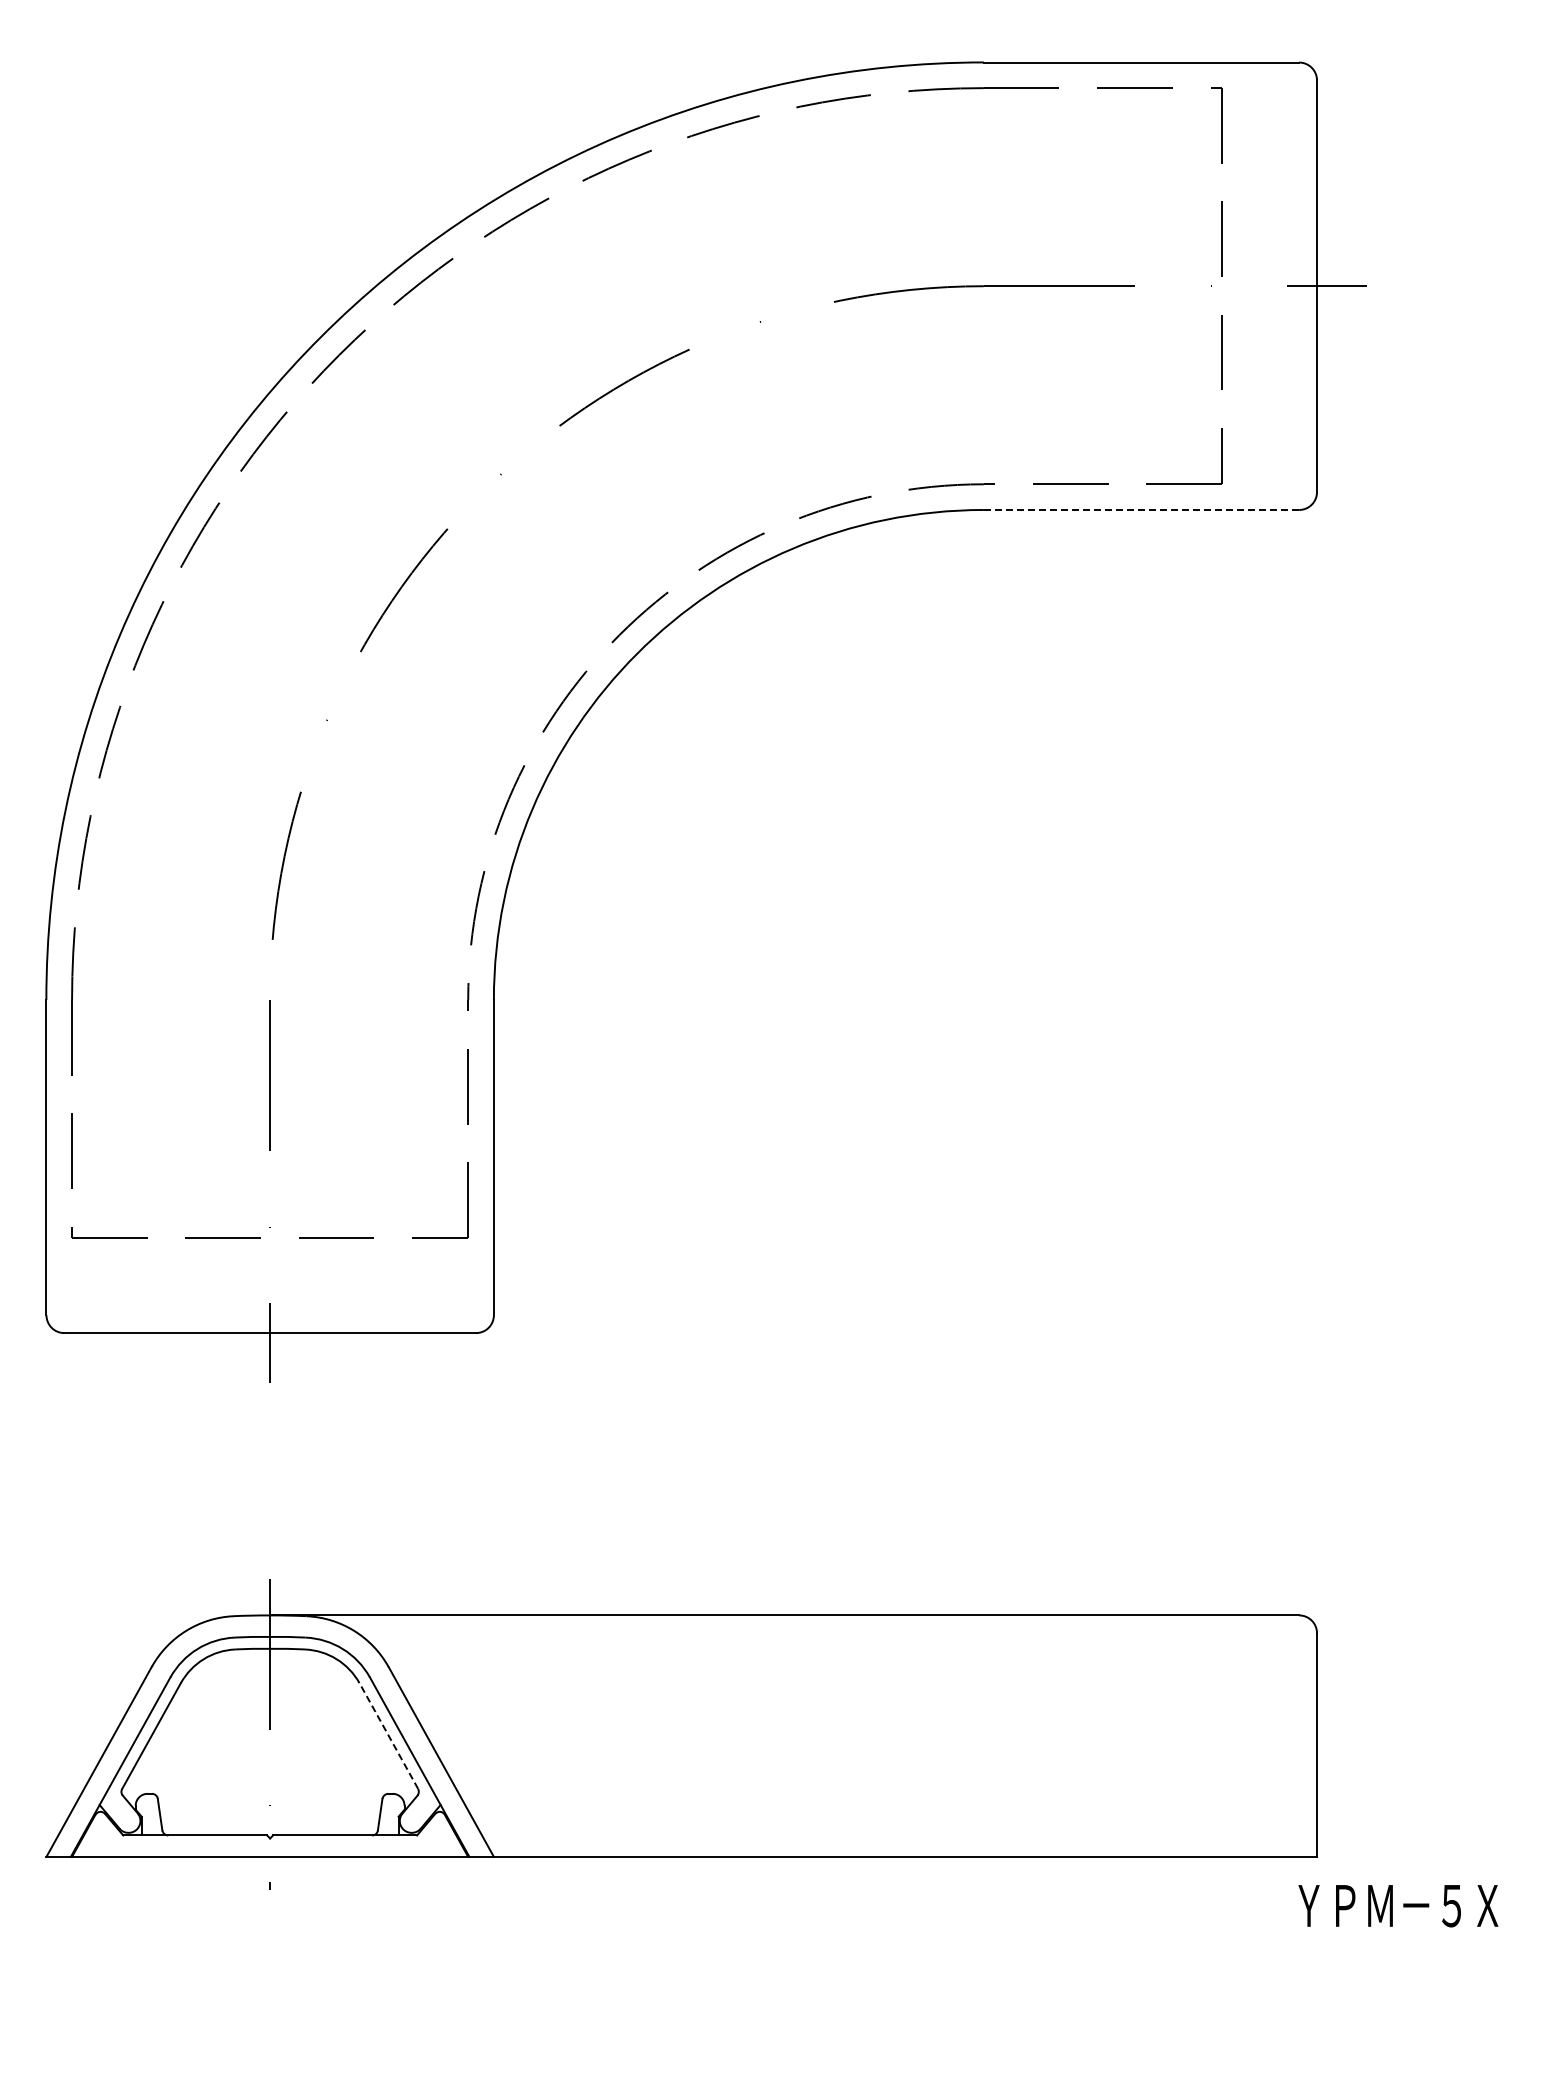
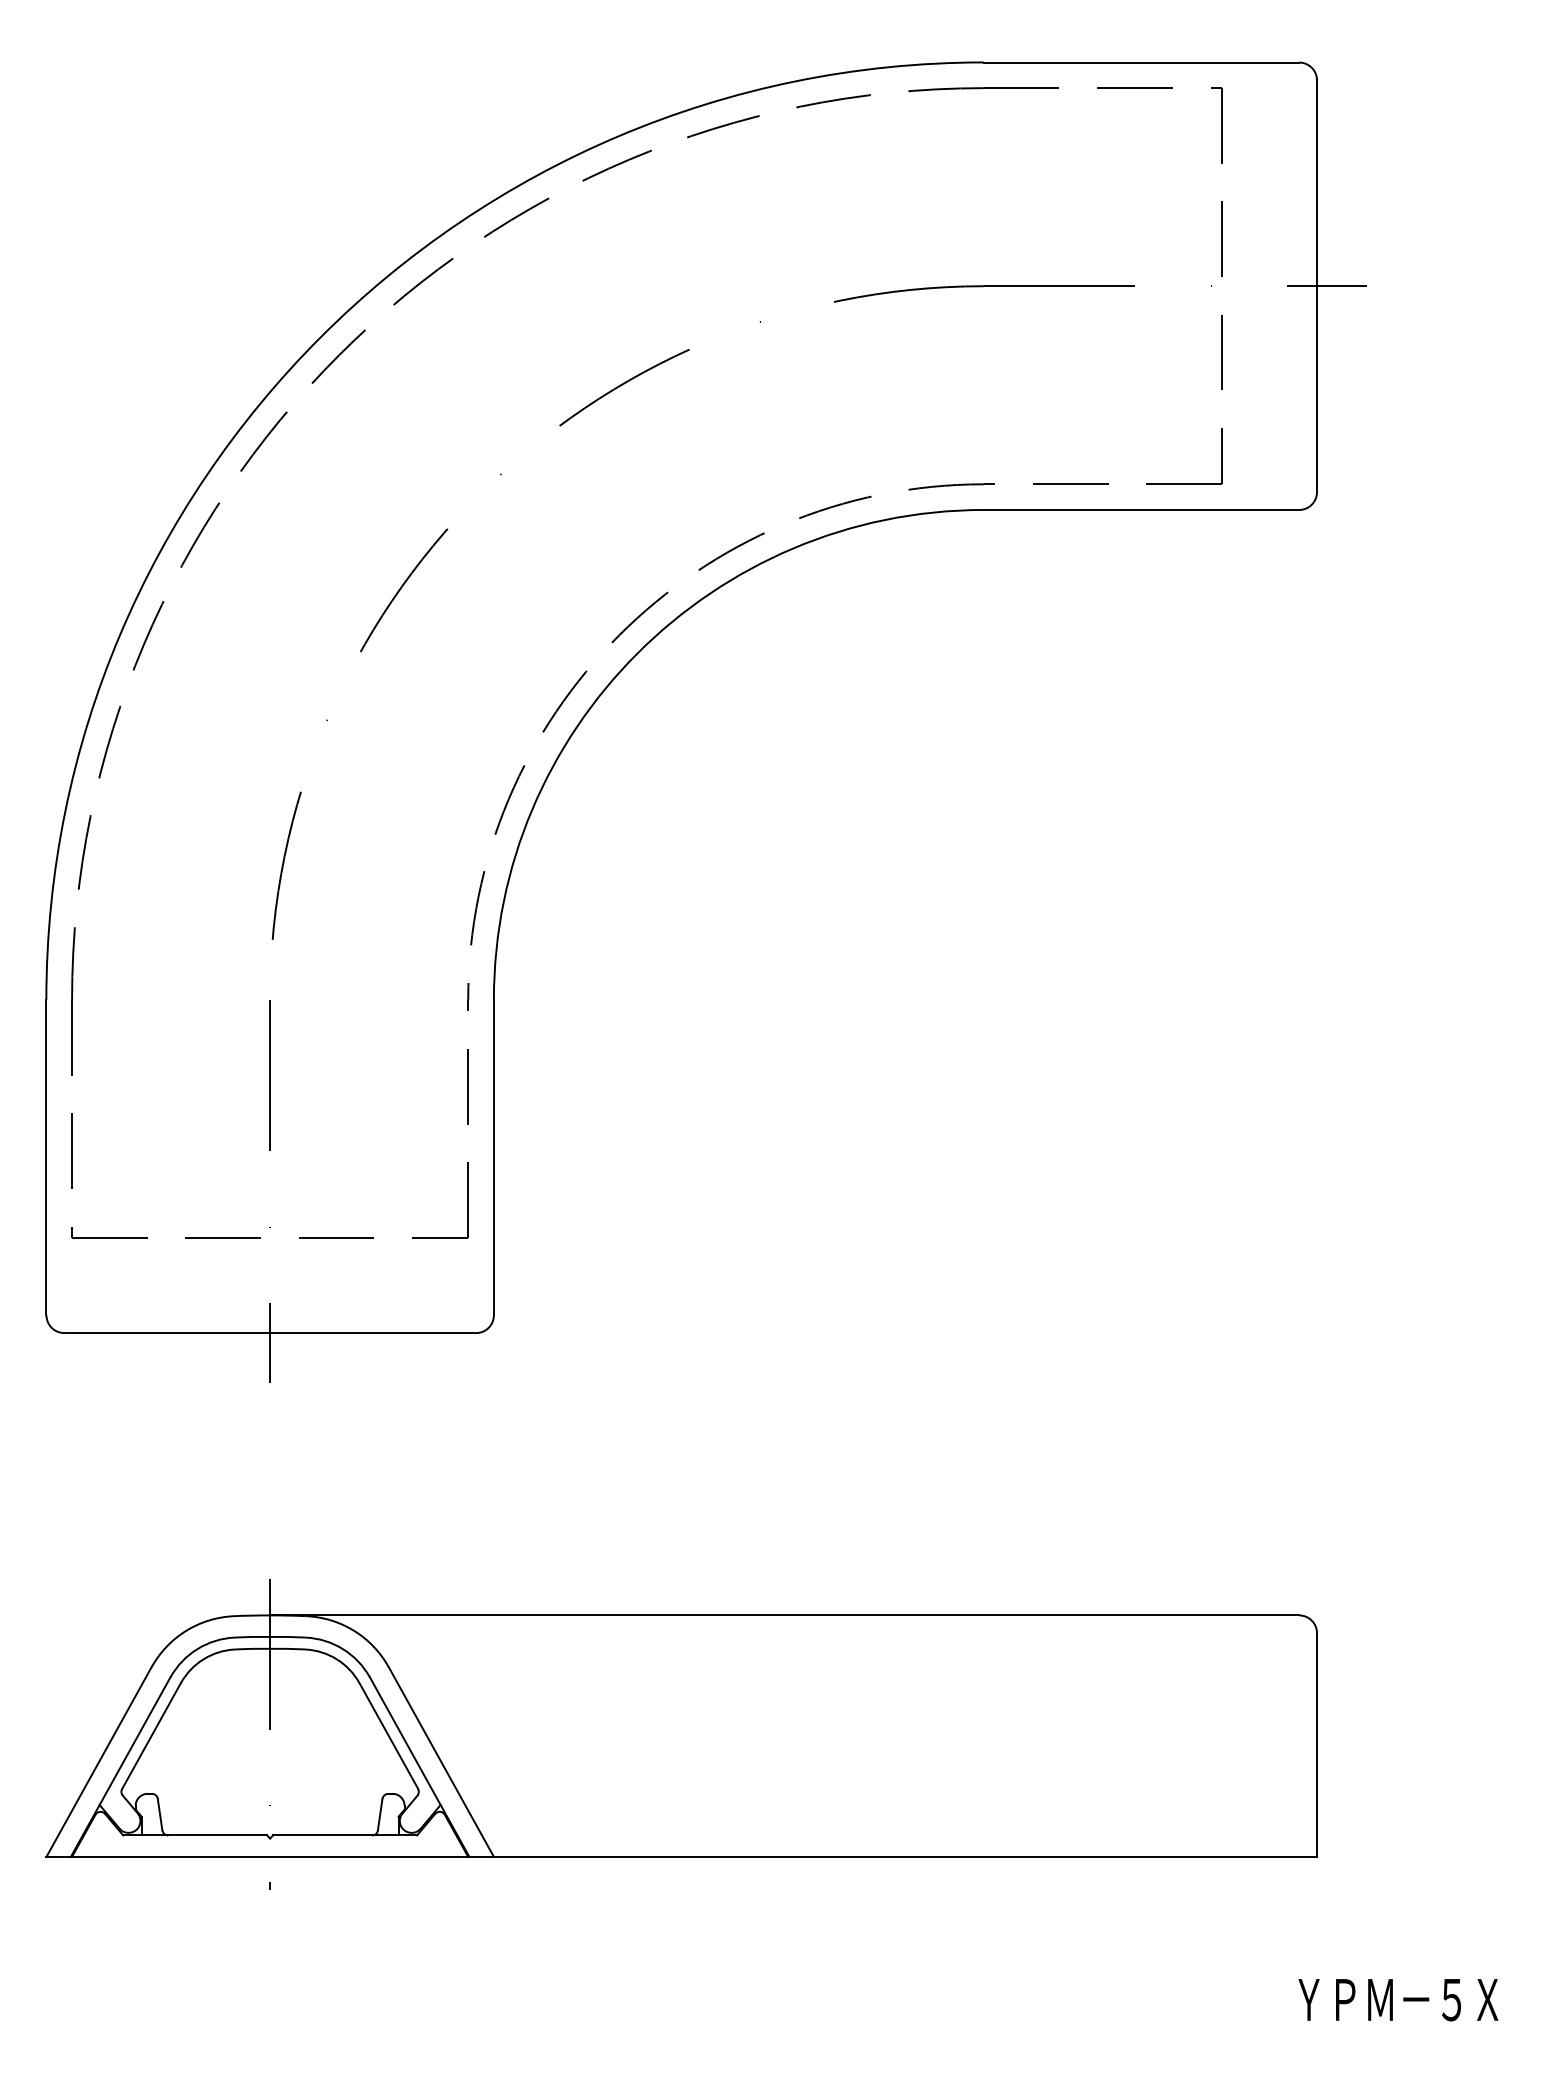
line at (1141, 509): dashed -> solid
line at (388, 1735): dashed -> solid
text at (1398, 1906) position: (1398, 1906) -> (1398, 2000)
